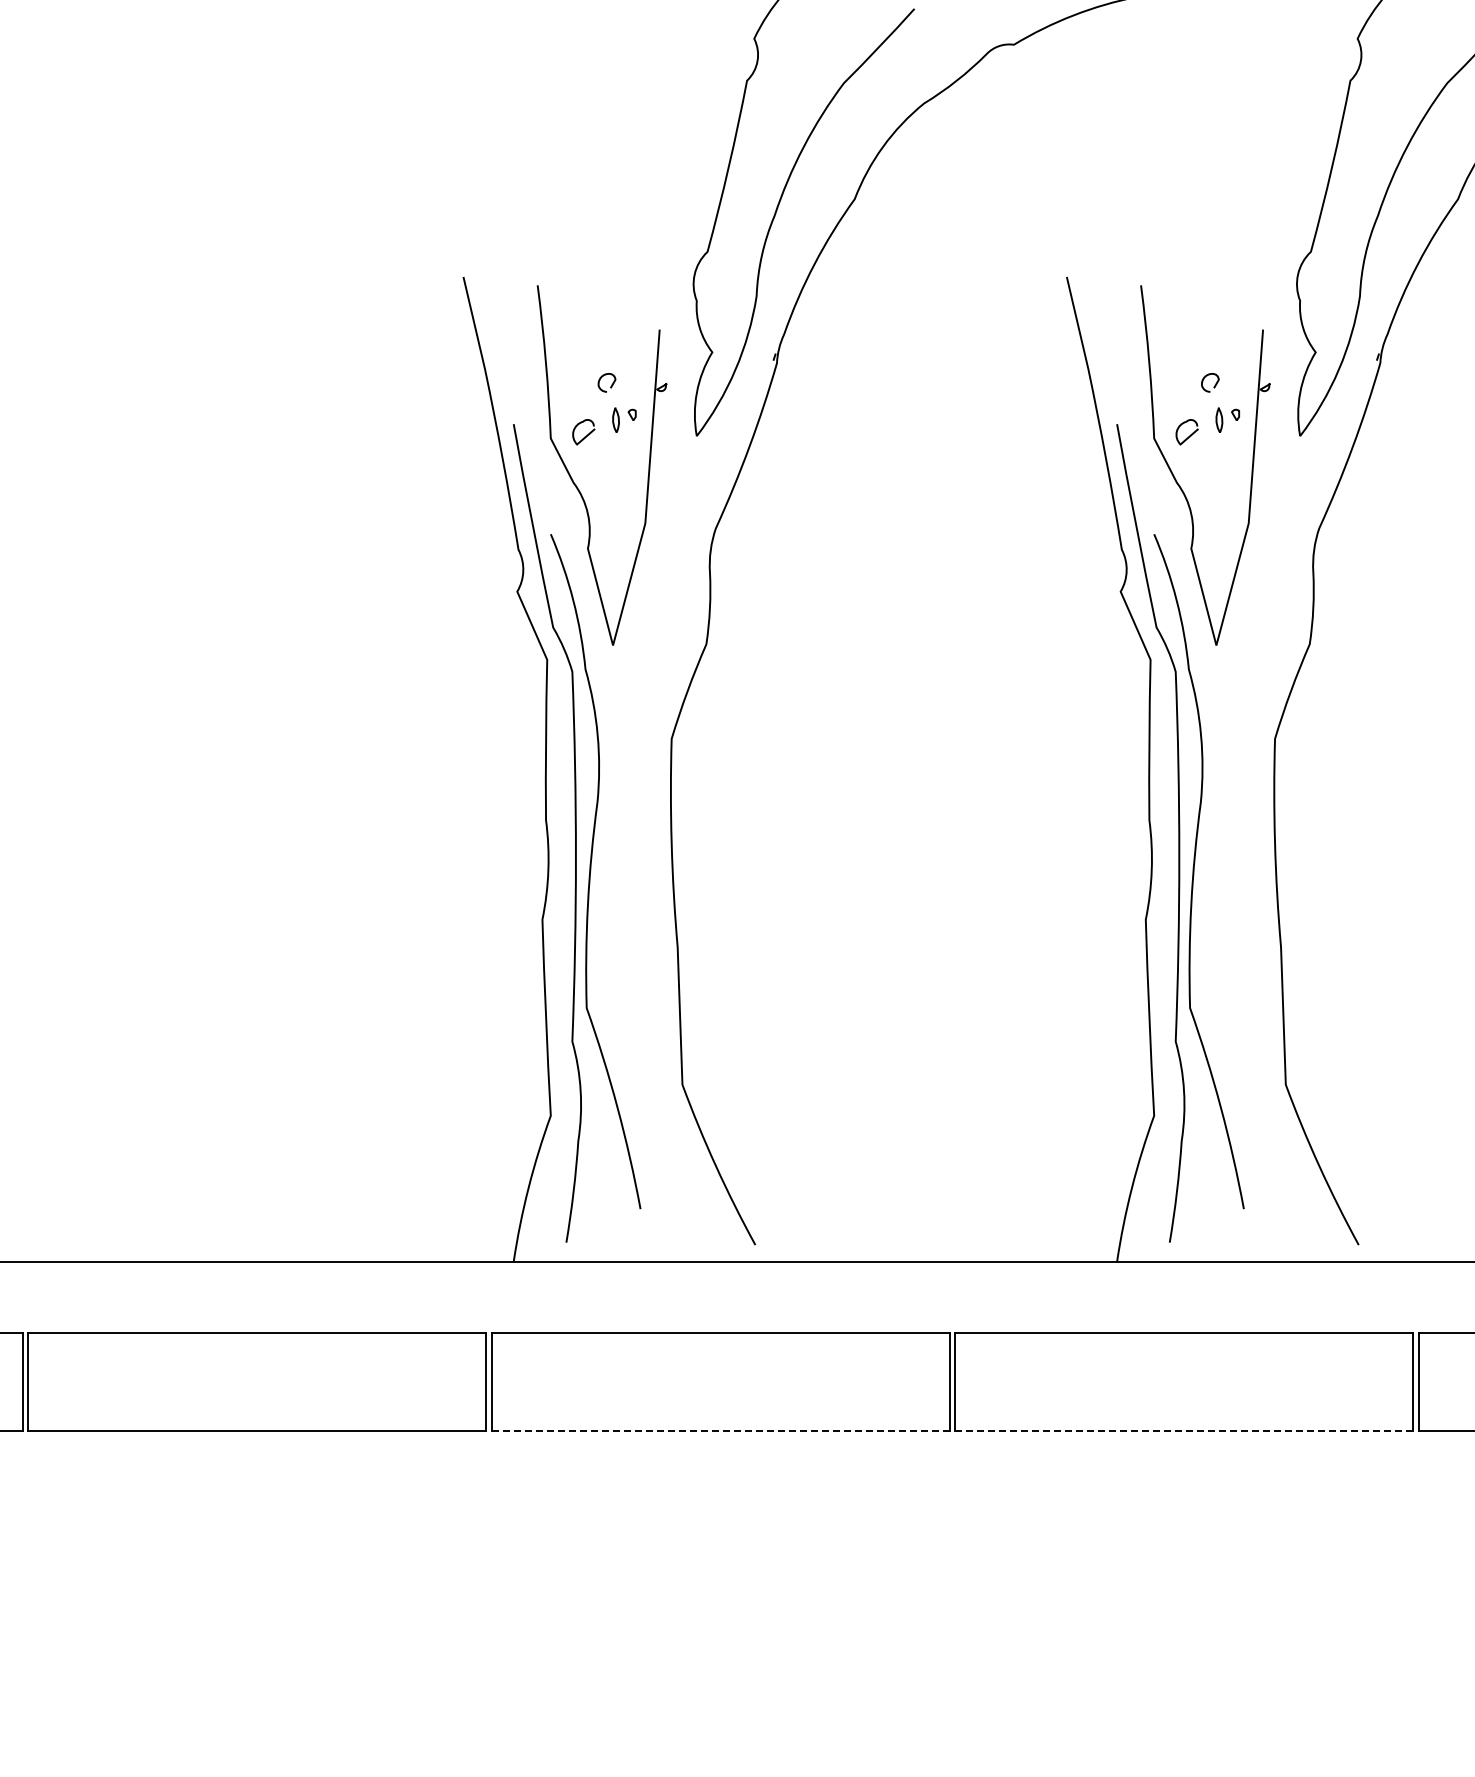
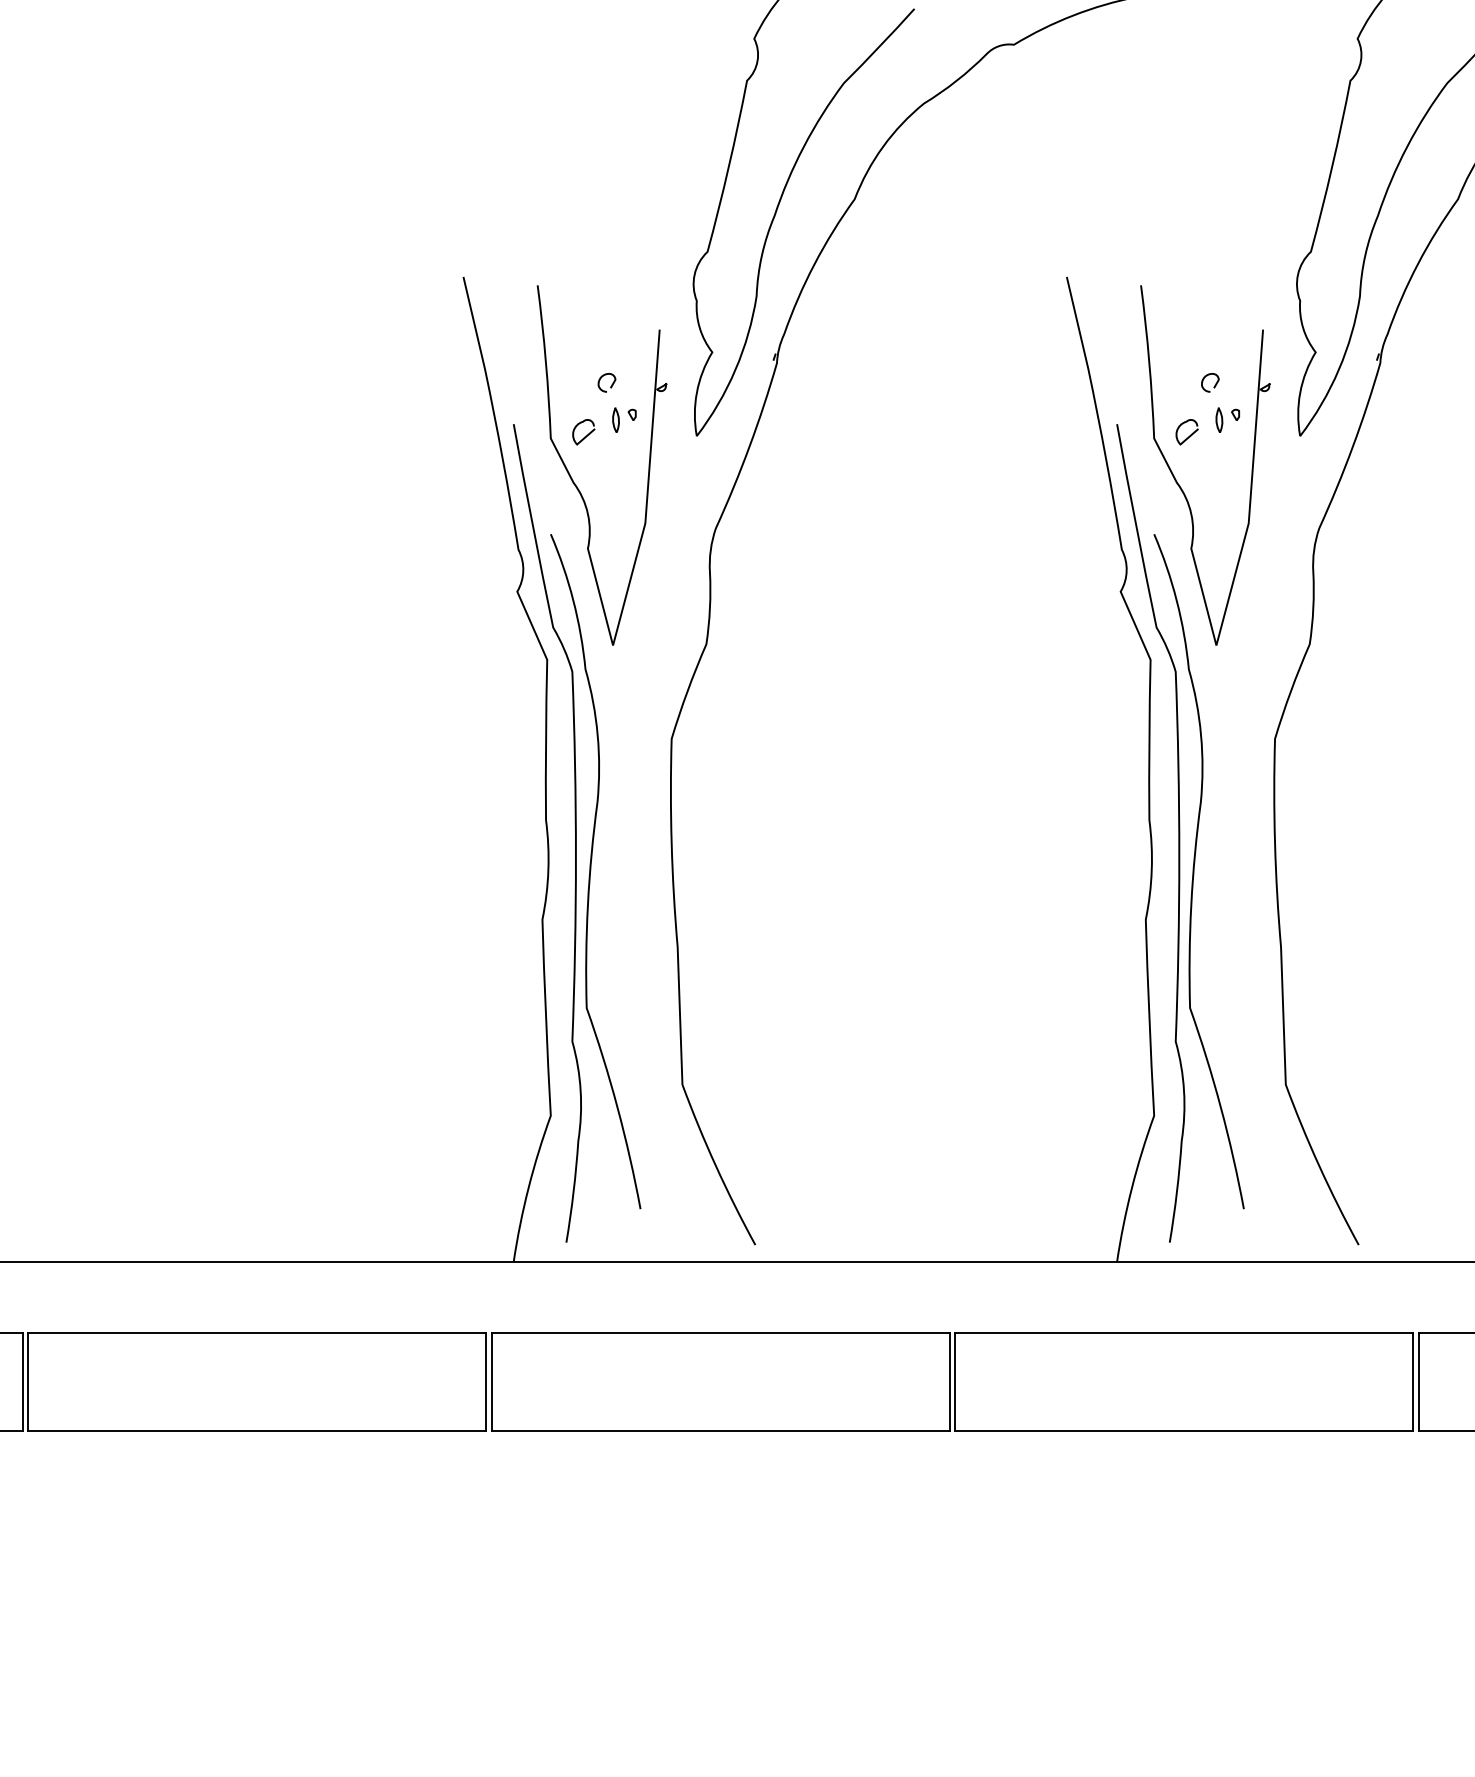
line at (720, 1430): dashed -> solid
line at (1184, 1430): dashed -> solid
